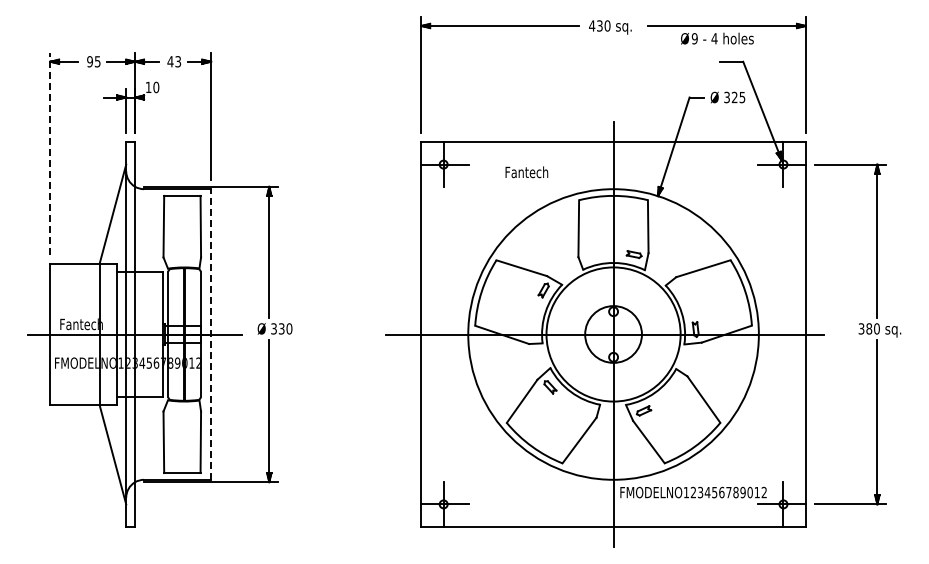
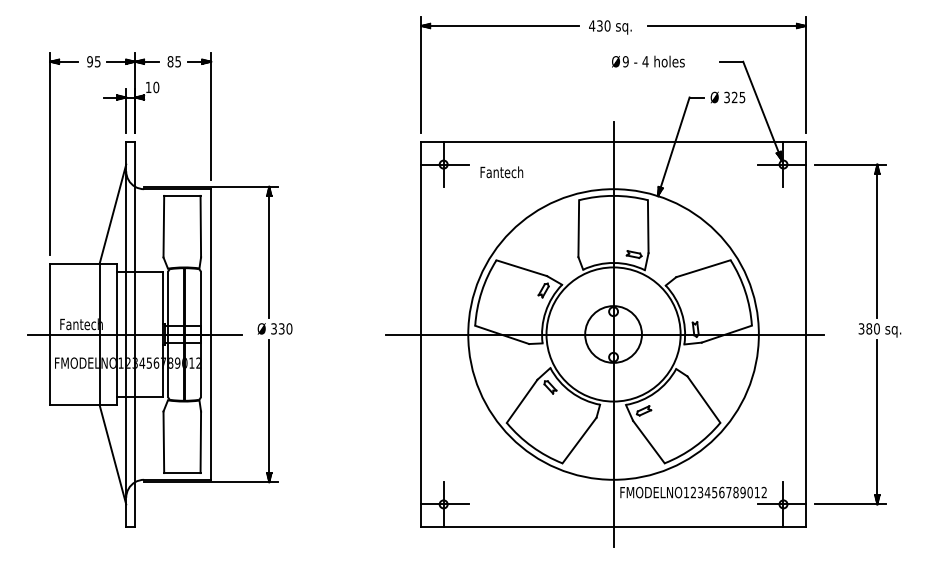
text at (717, 38) position: (717, 38) -> (648, 61)
text at (174, 61): 43 -> 85
line at (50, 153): dashed -> solid
text at (526, 172) position: (526, 172) -> (501, 172)
line at (211, 334): dashed -> solid
